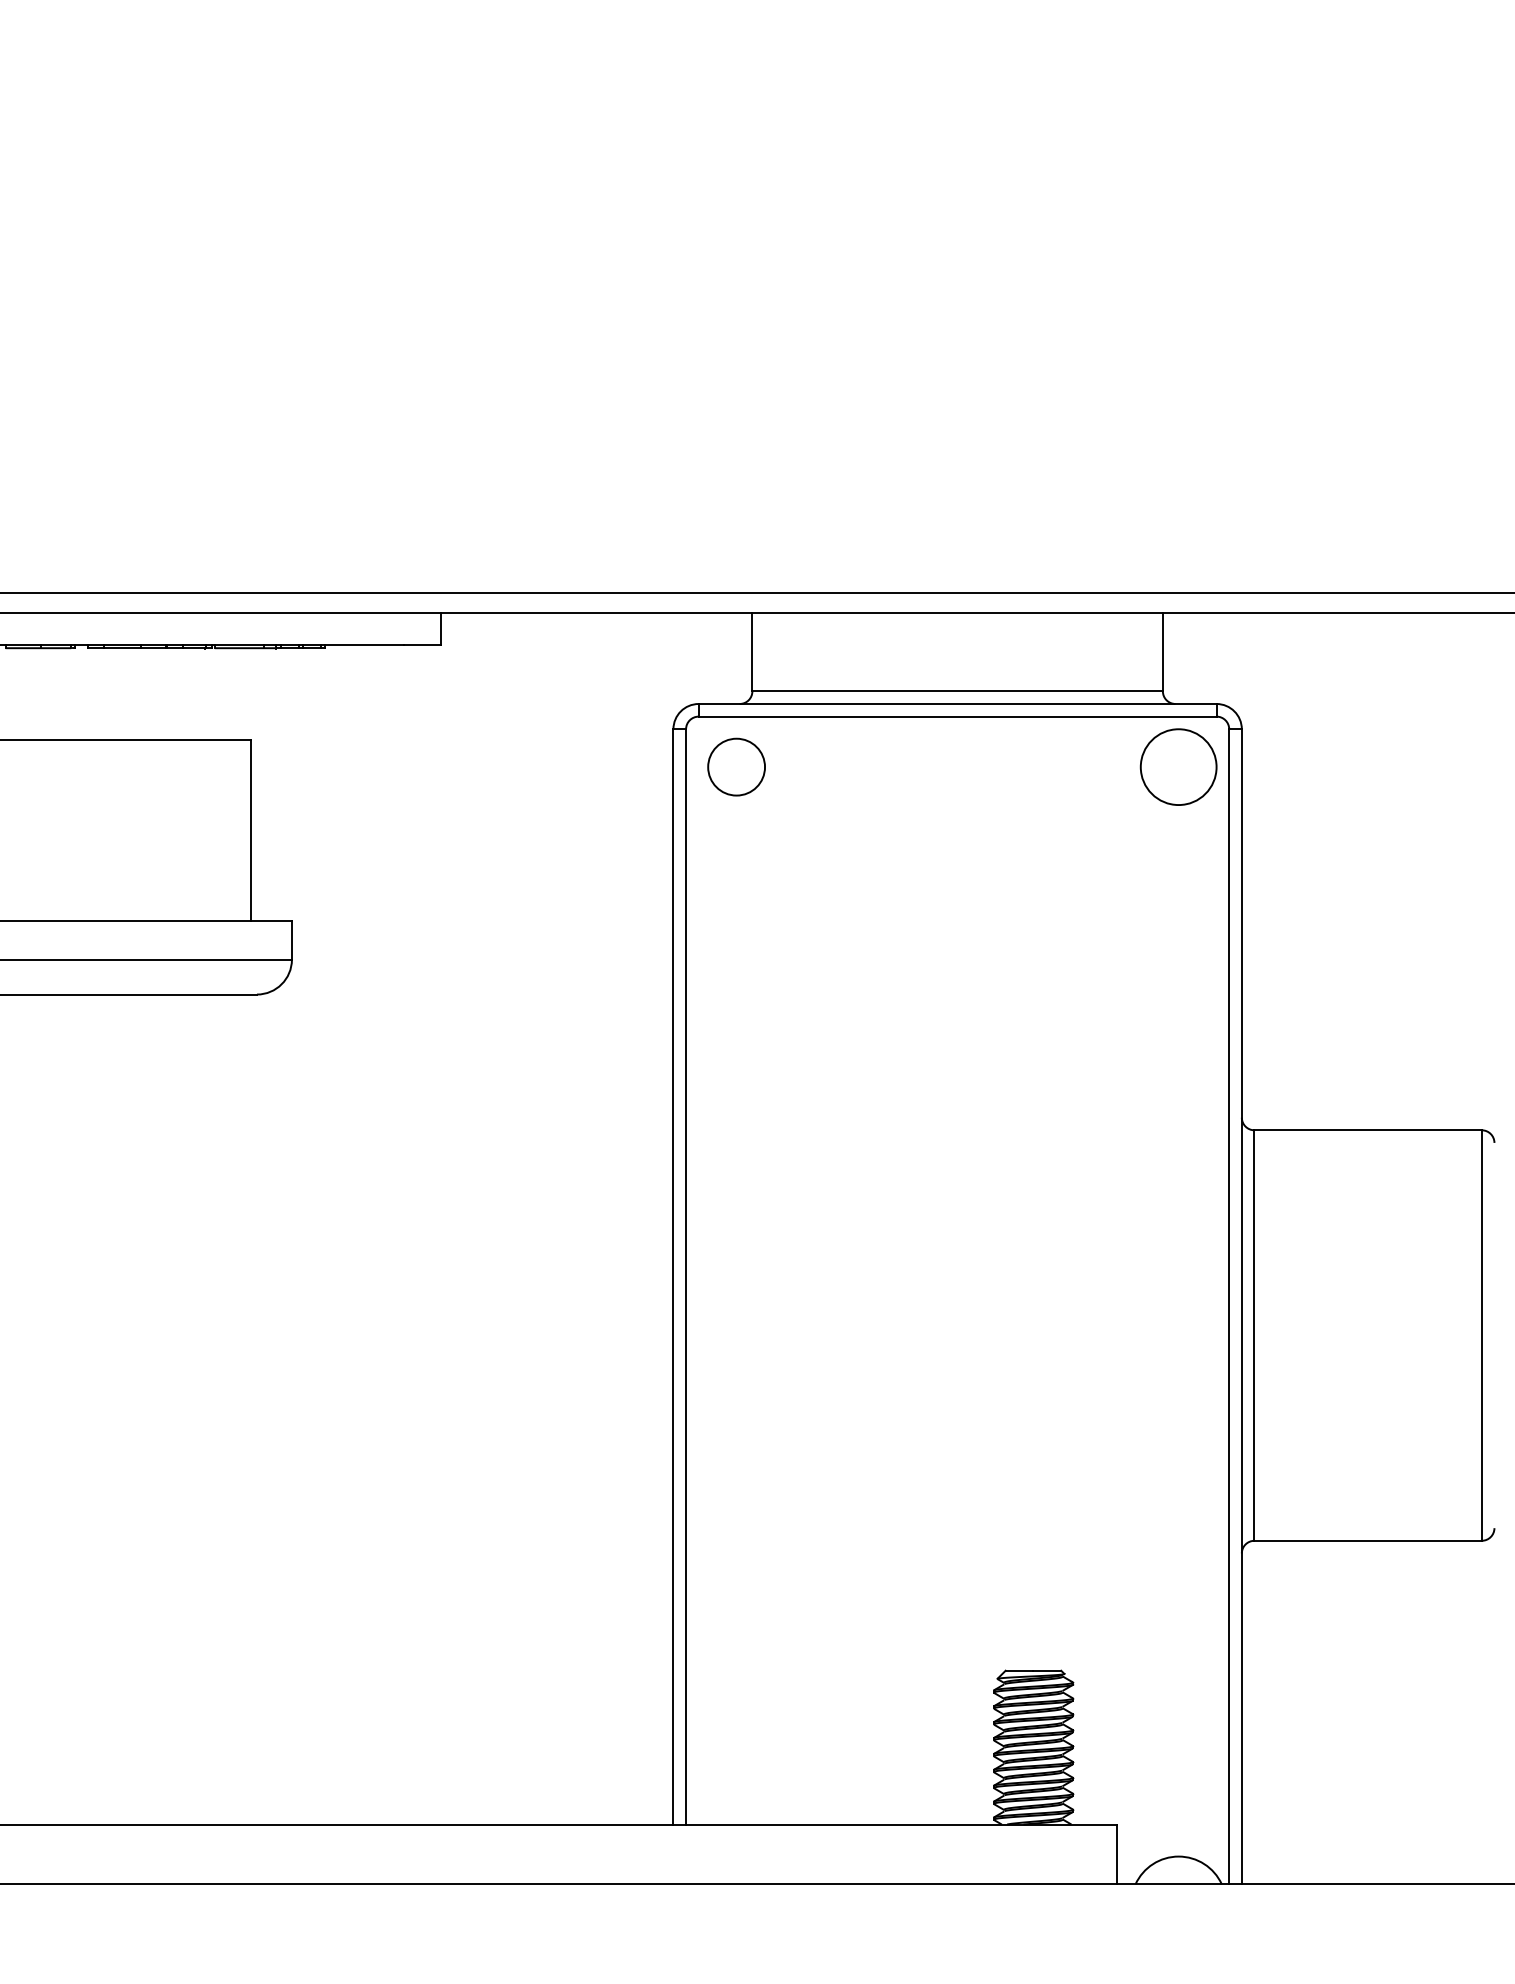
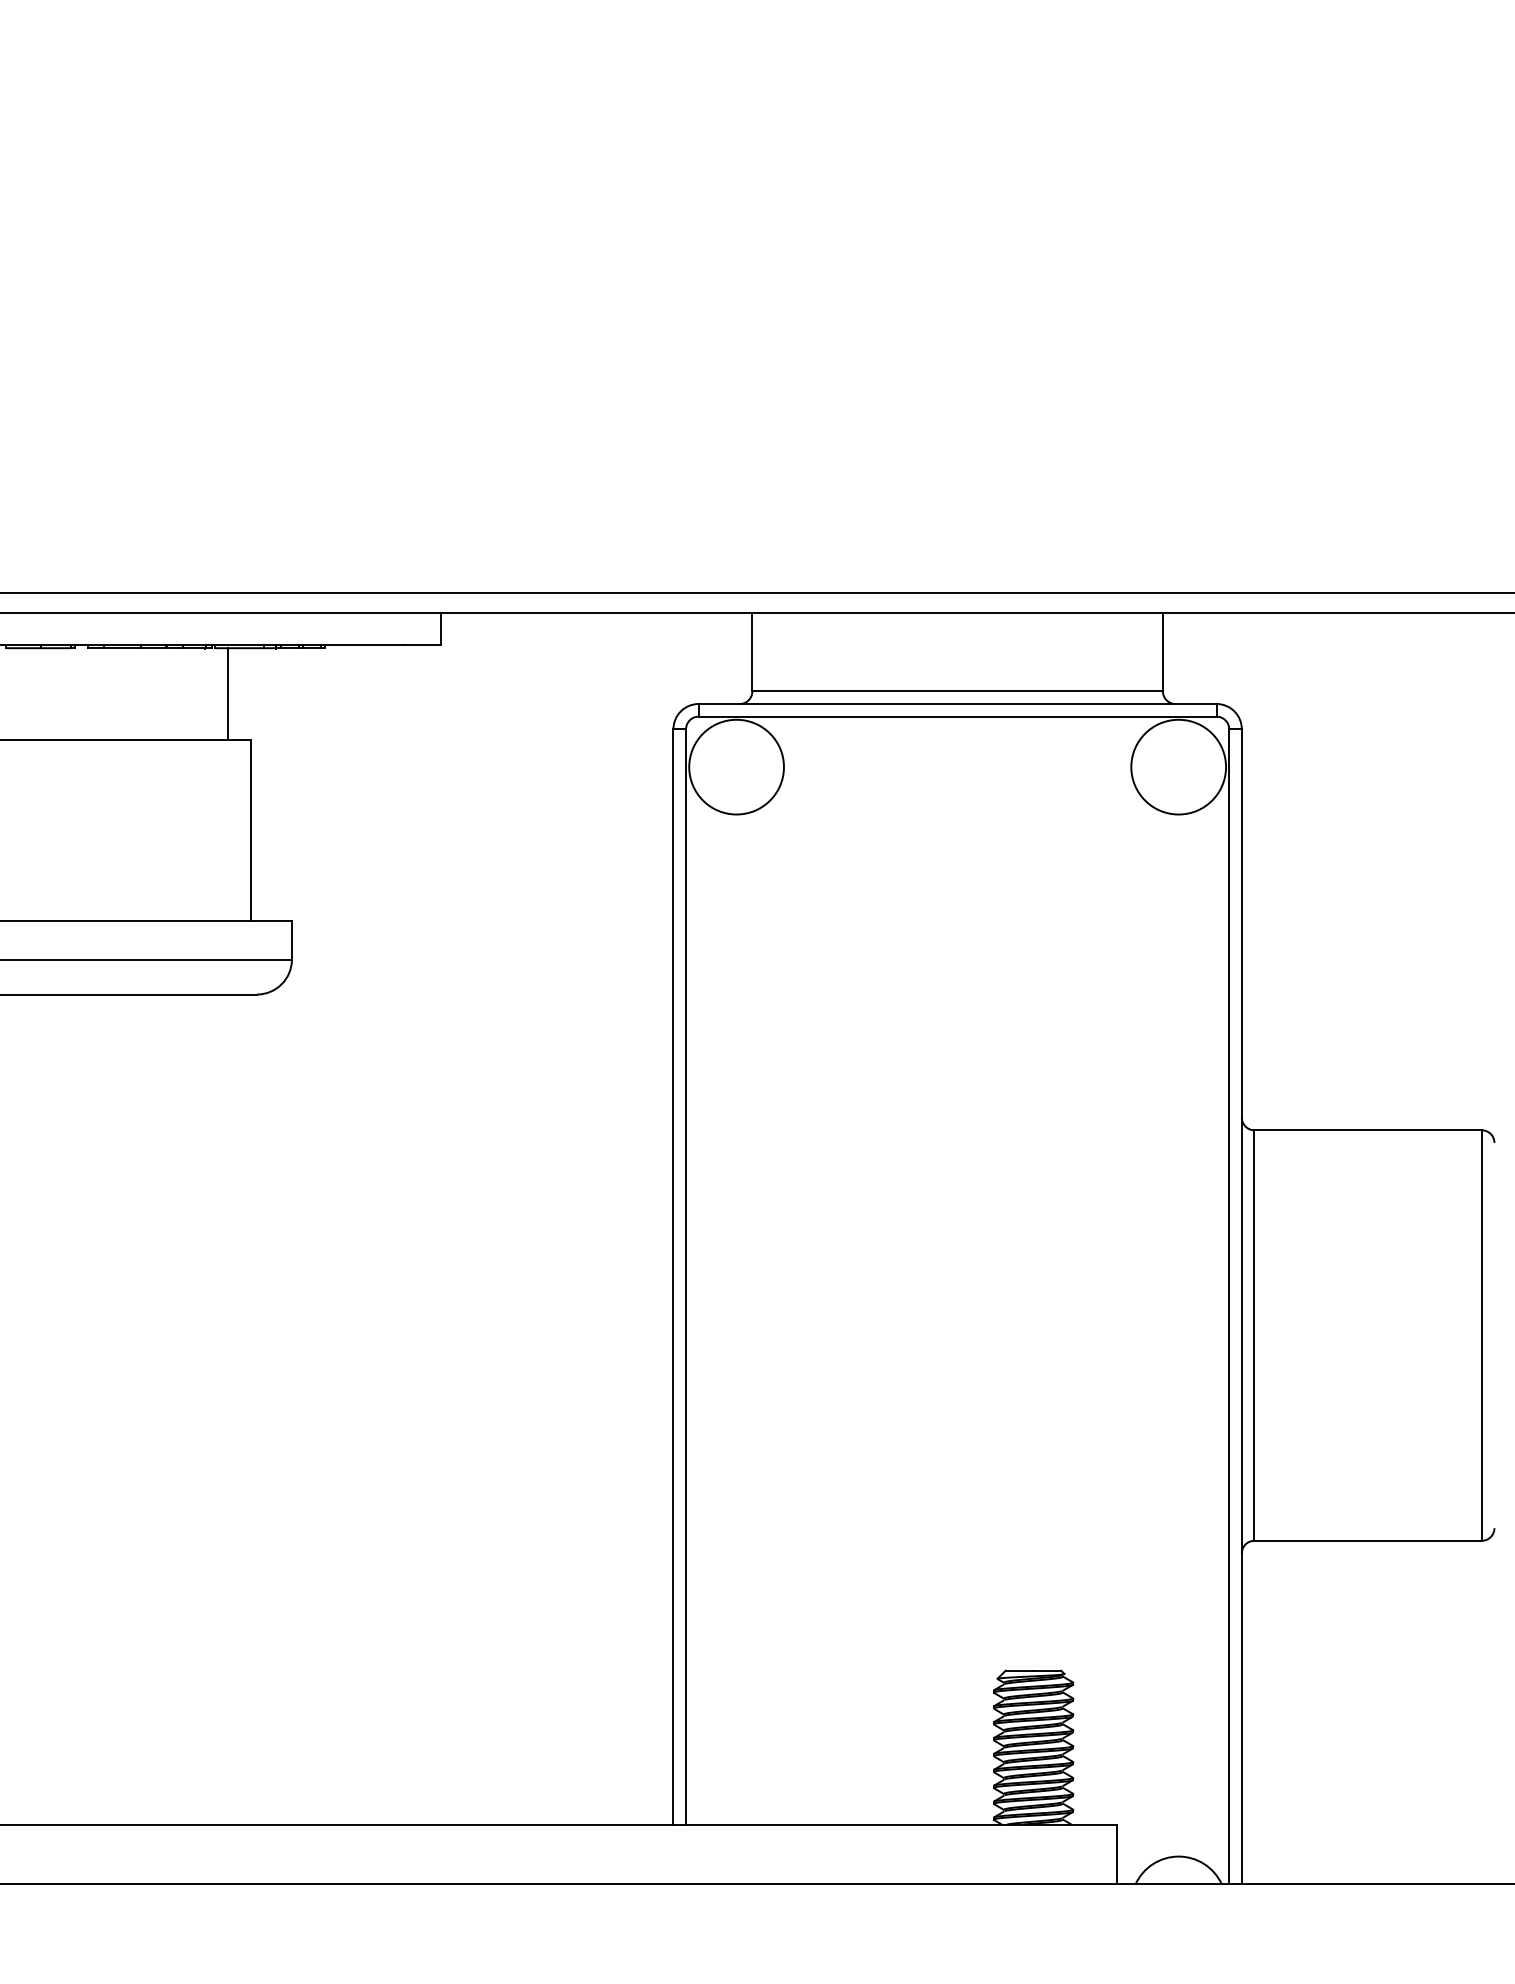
line at (228, 694): none -> present
circle at (736, 766) diameter: 57 px -> 95 px
circle at (1178, 767) diameter: 76 px -> 95 px
